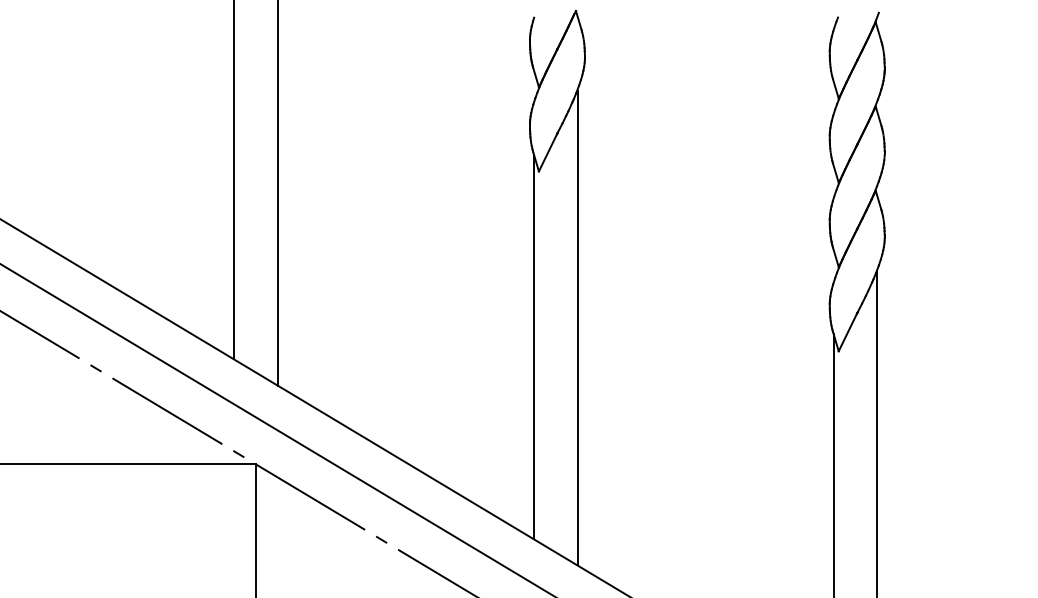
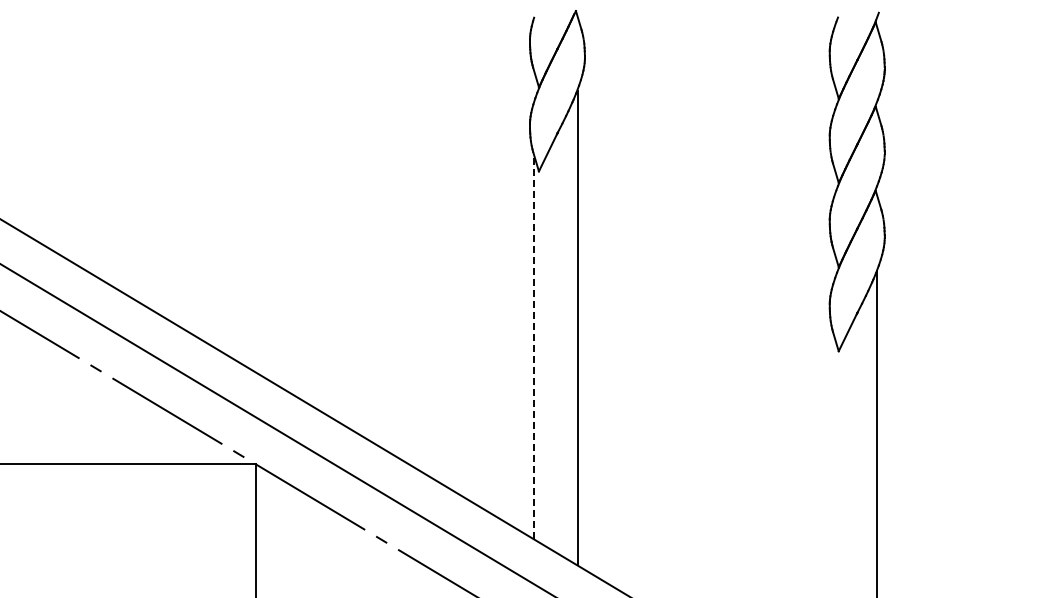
line at (234, 180): present -> none
line at (277, 193): present -> none
line at (533, 346): solid -> dashed
line at (833, 464): present -> none
